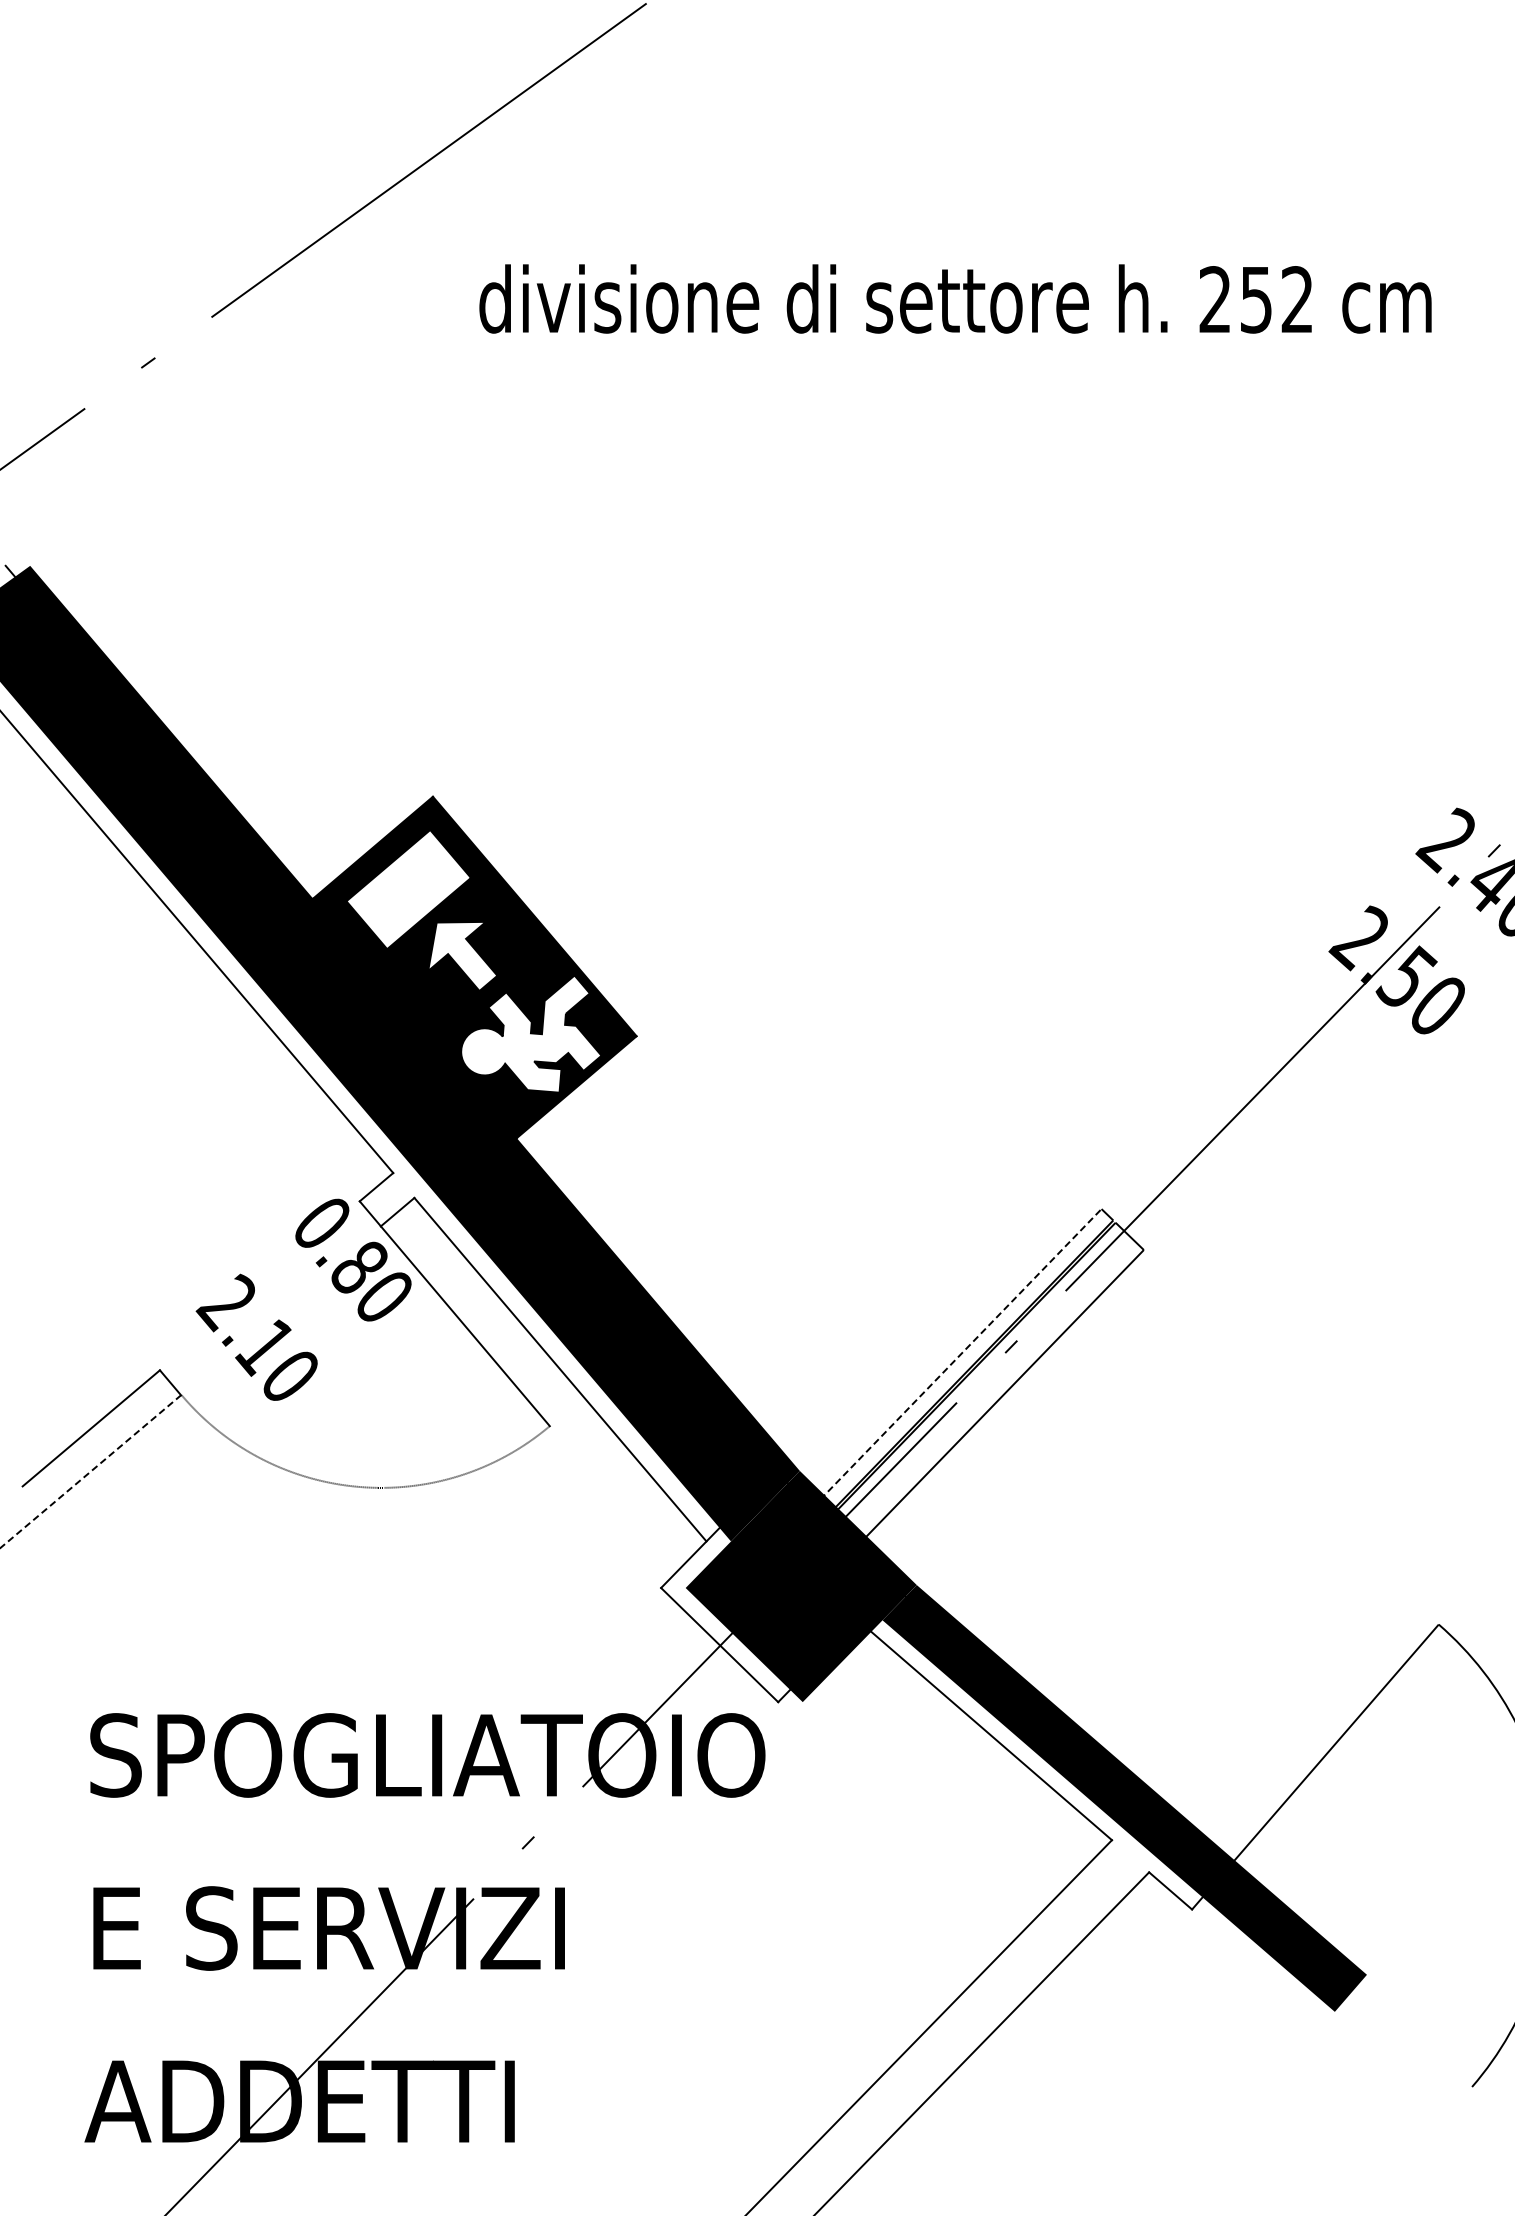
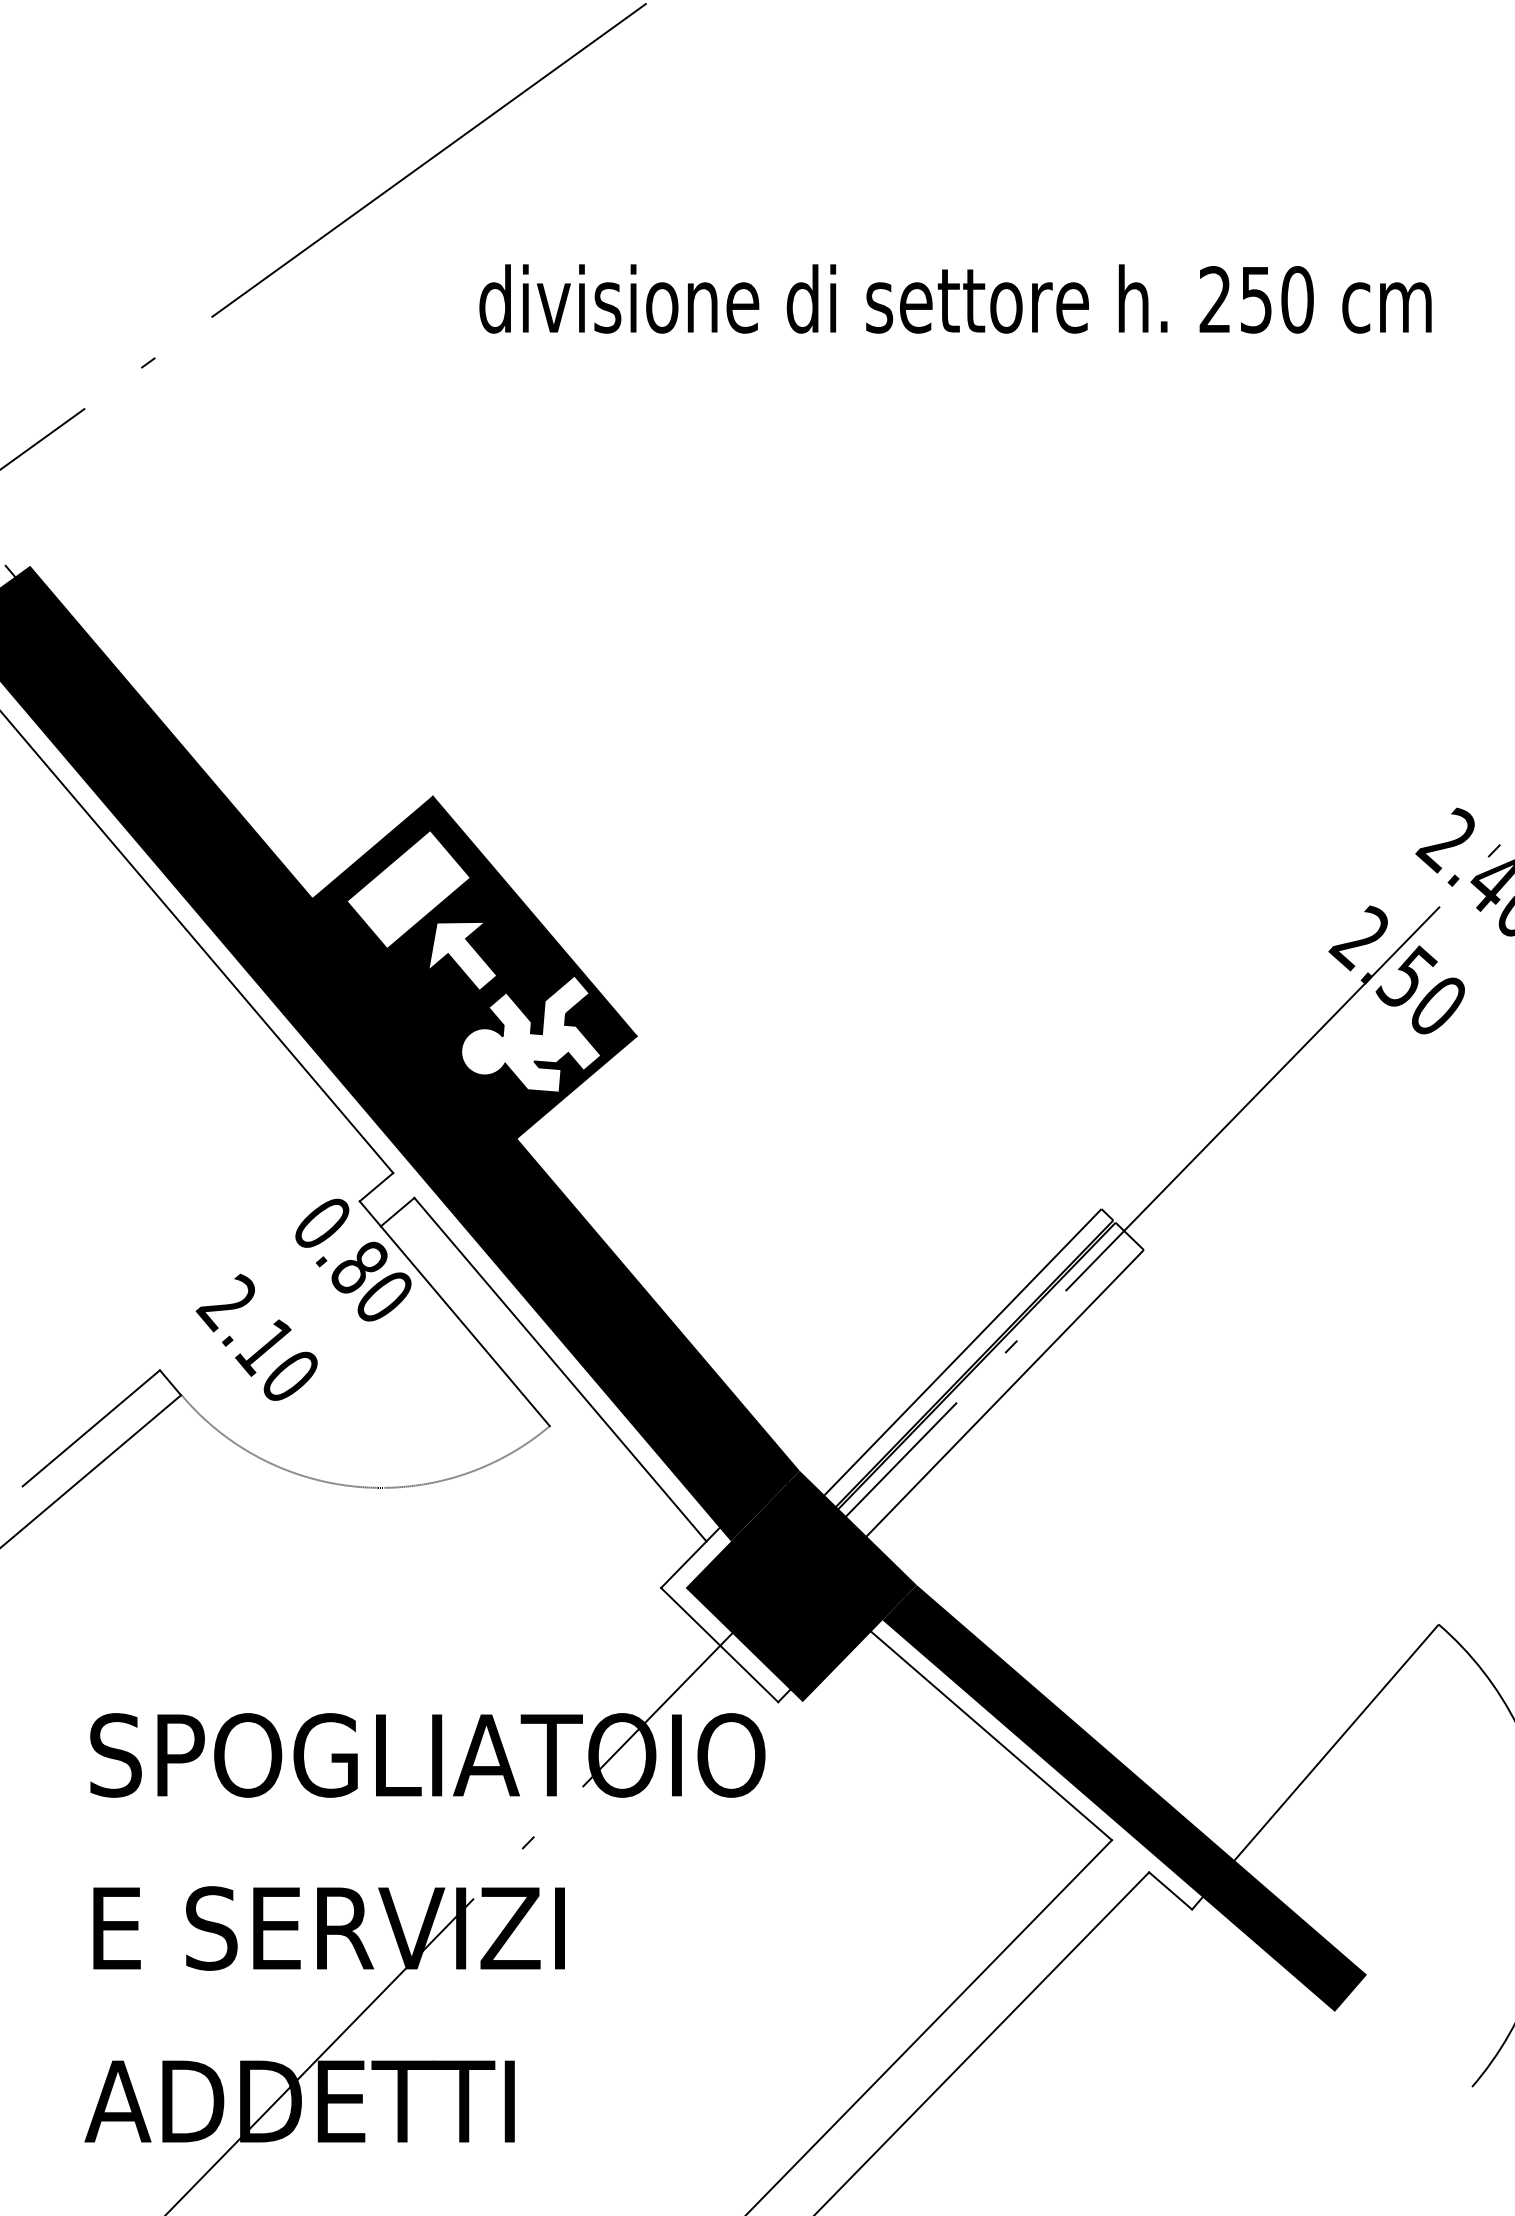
text at (1297, 299): 252 -> 250
line at (957, 1358): dashed -> solid
line at (91, 1471): dashed -> solid
